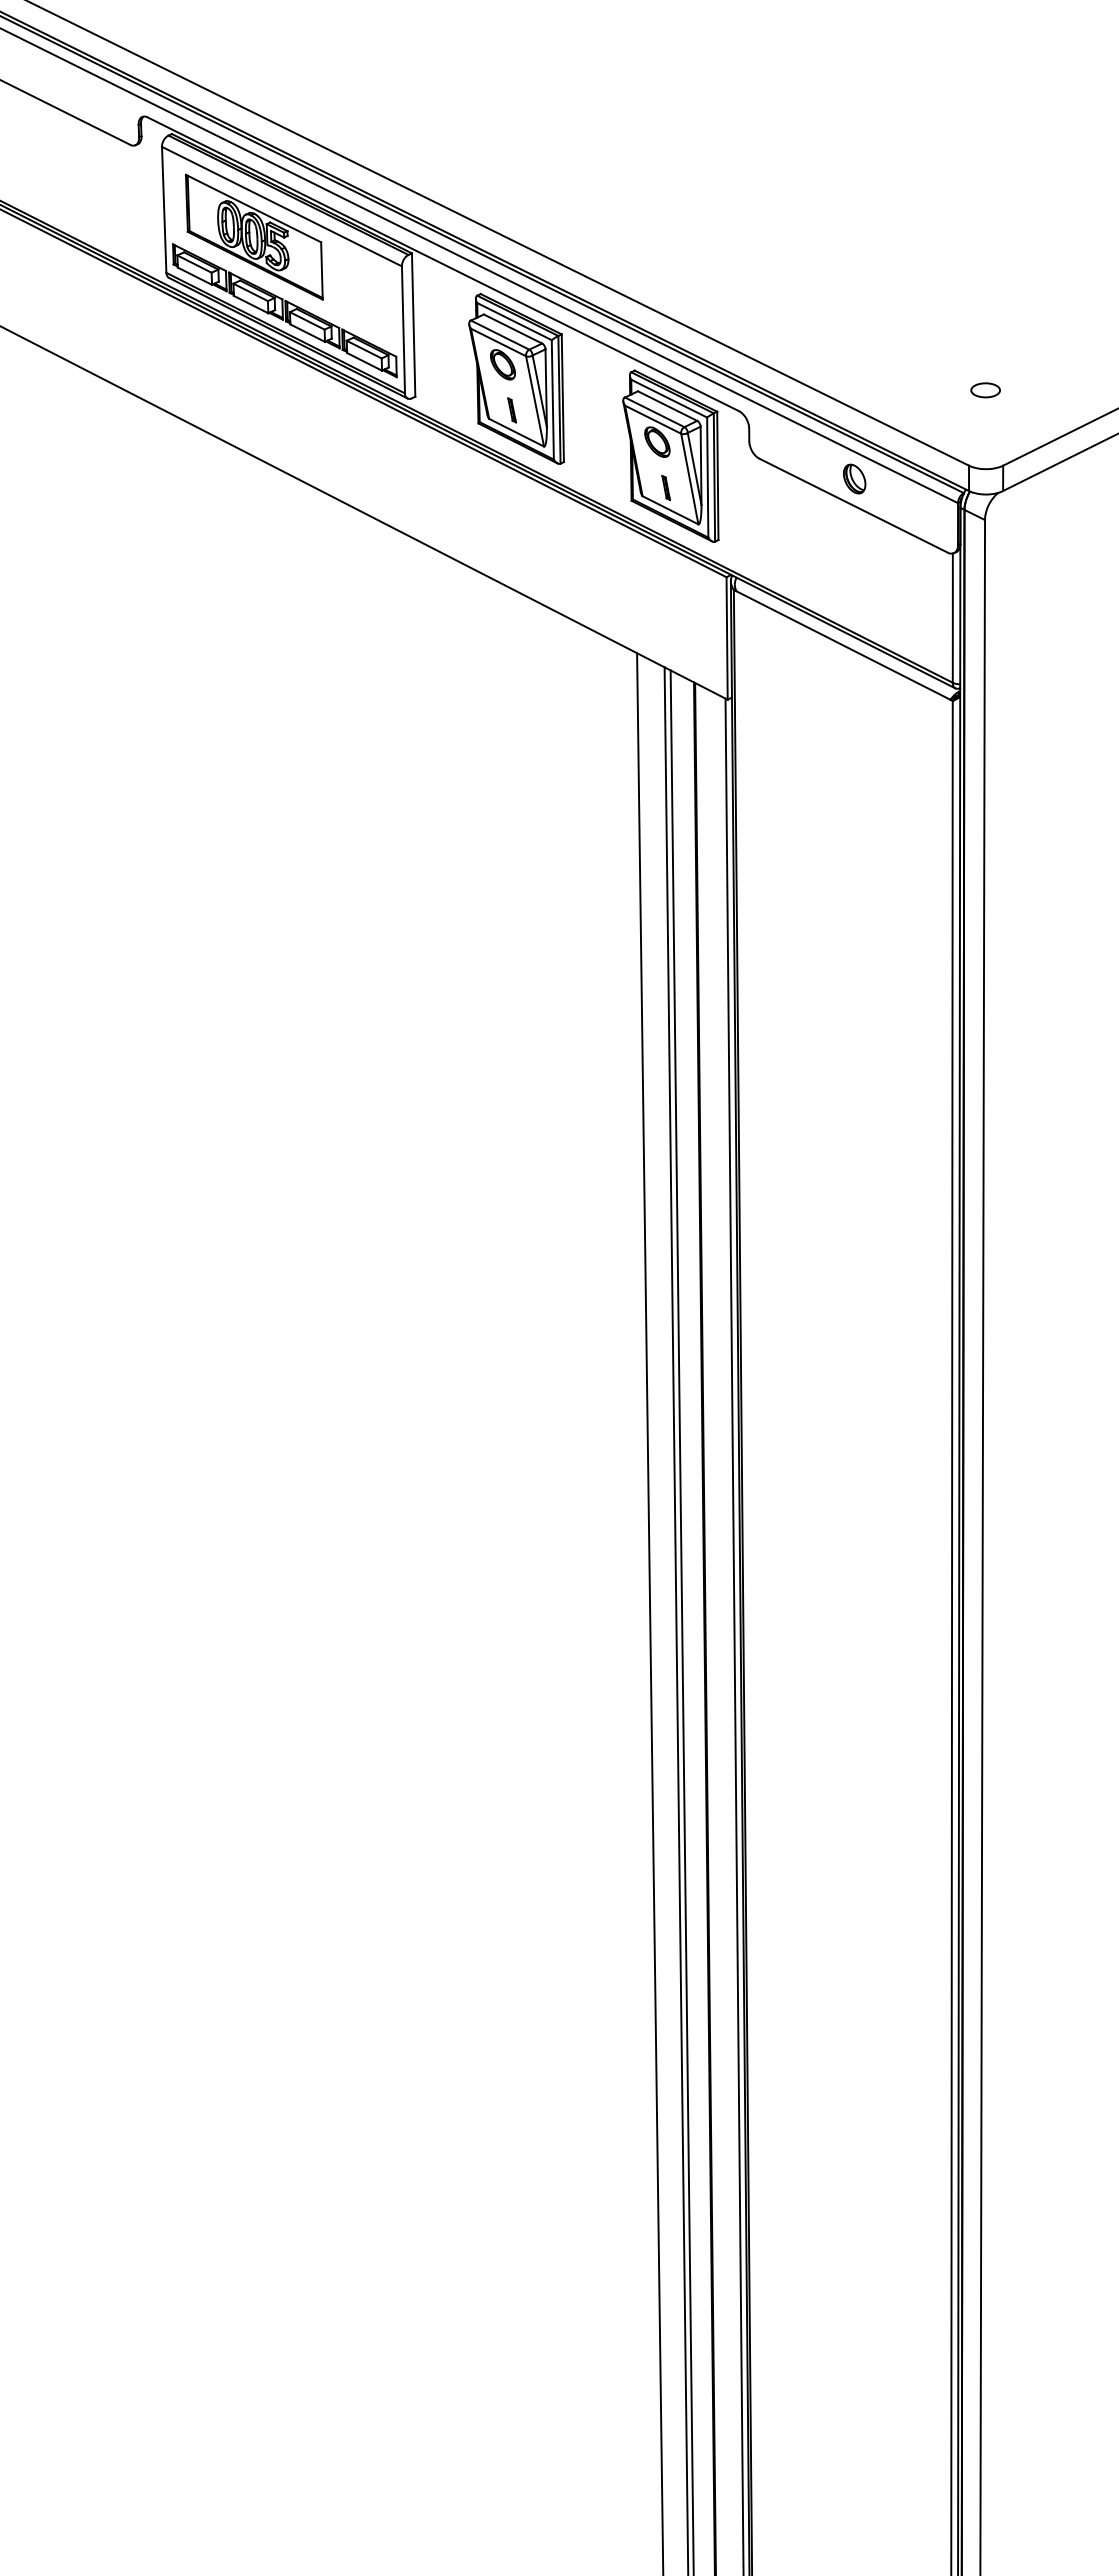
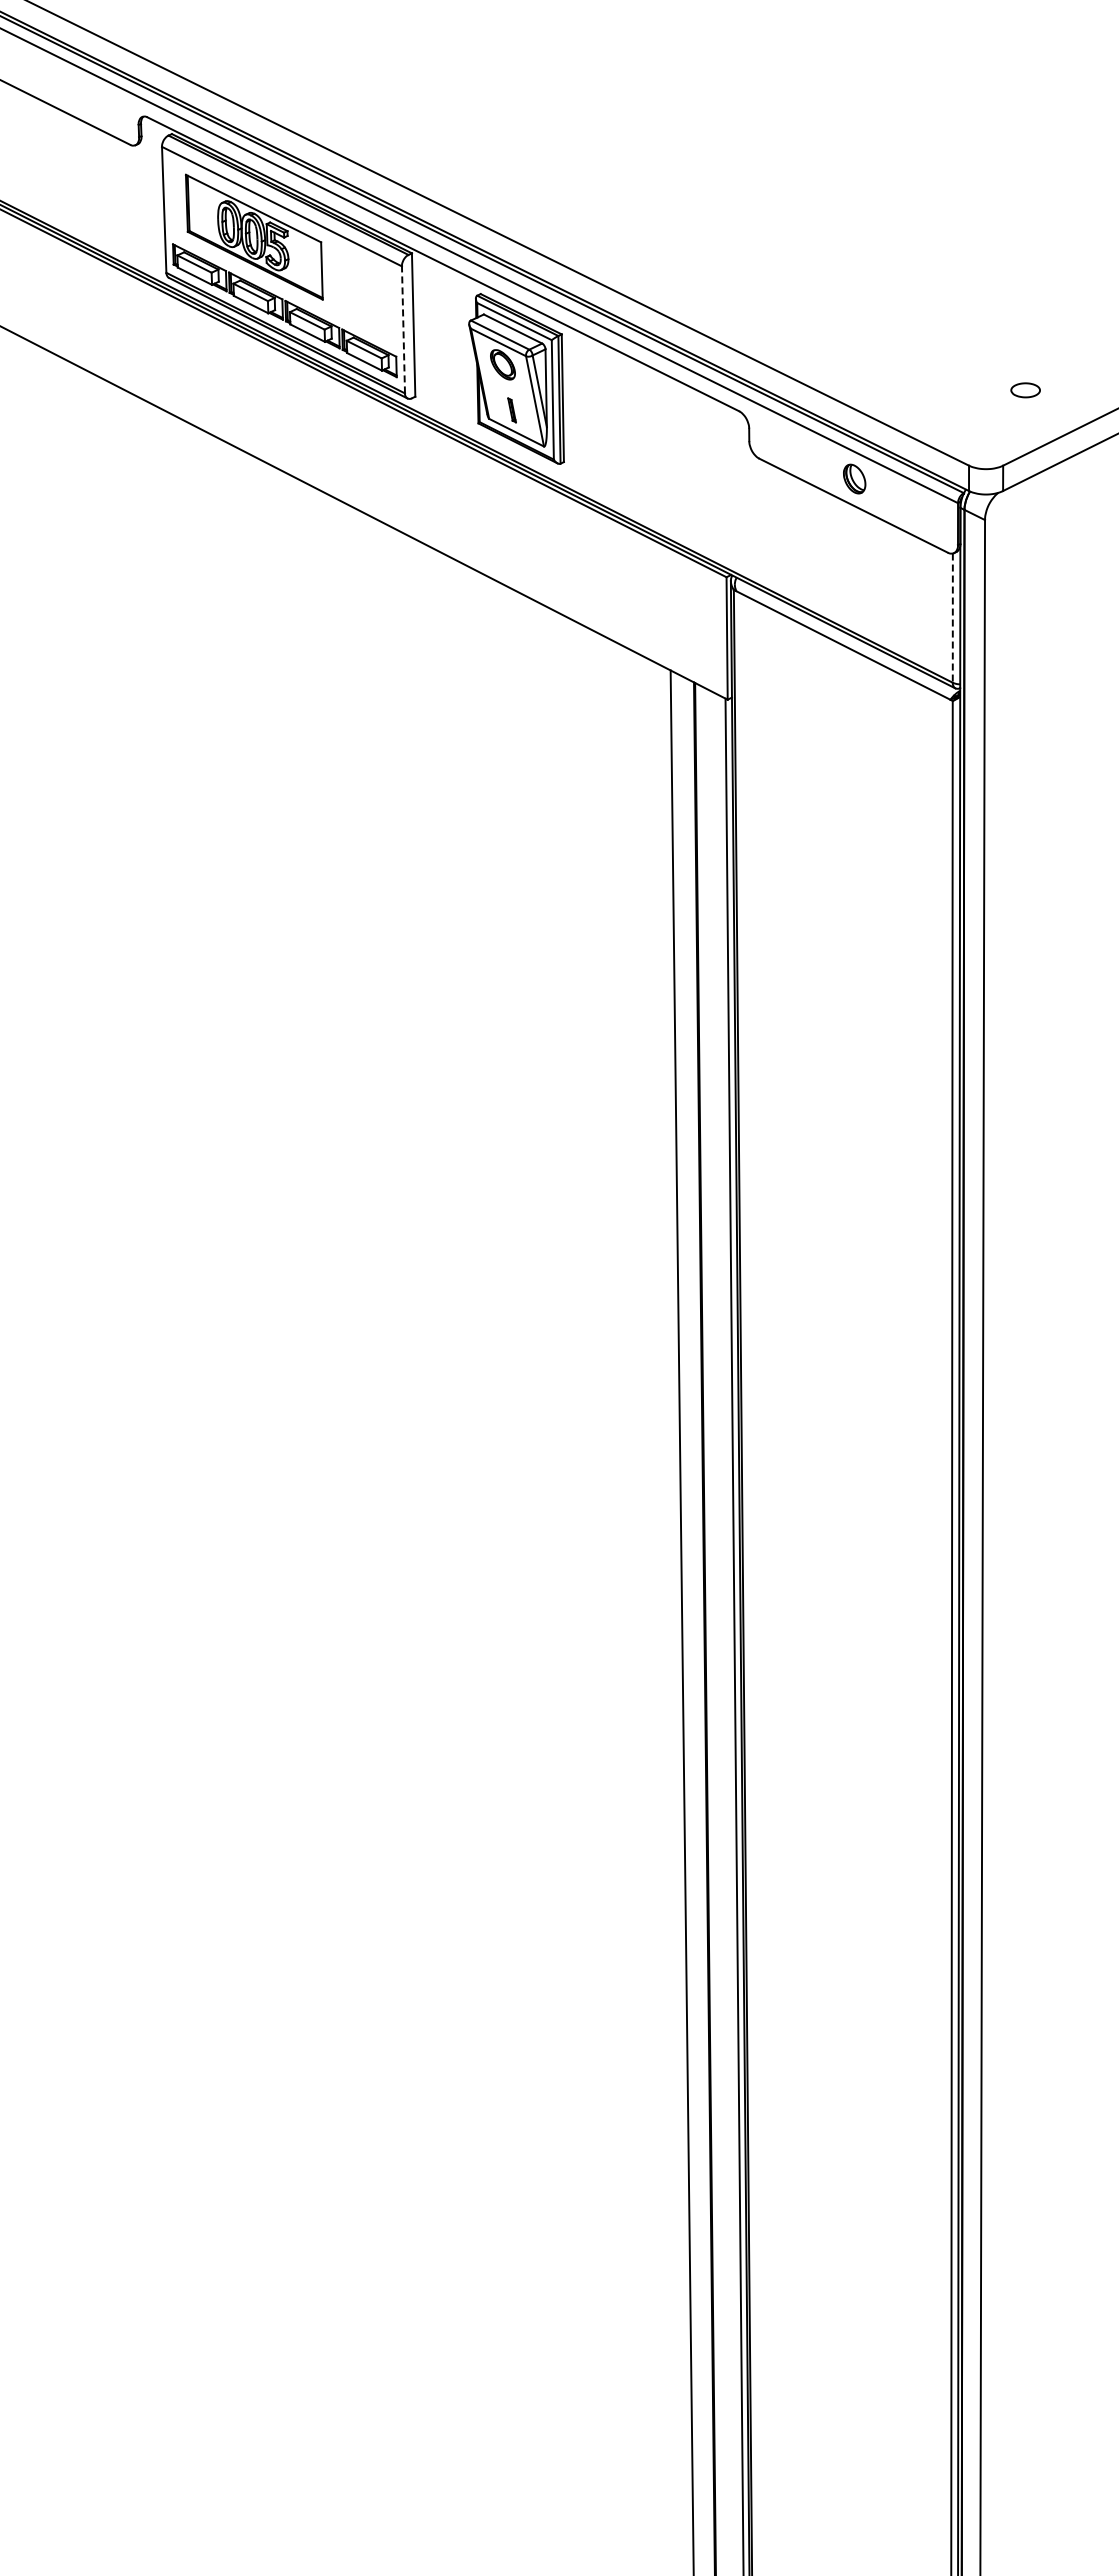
line at (403, 329): solid -> dashed
part at (985, 390) position: (985, 390) -> (1025, 390)
part at (670, 455): present -> none
line at (952, 618): solid -> dashed
line at (650, 1612): present -> none
line at (676, 1619): present -> none
